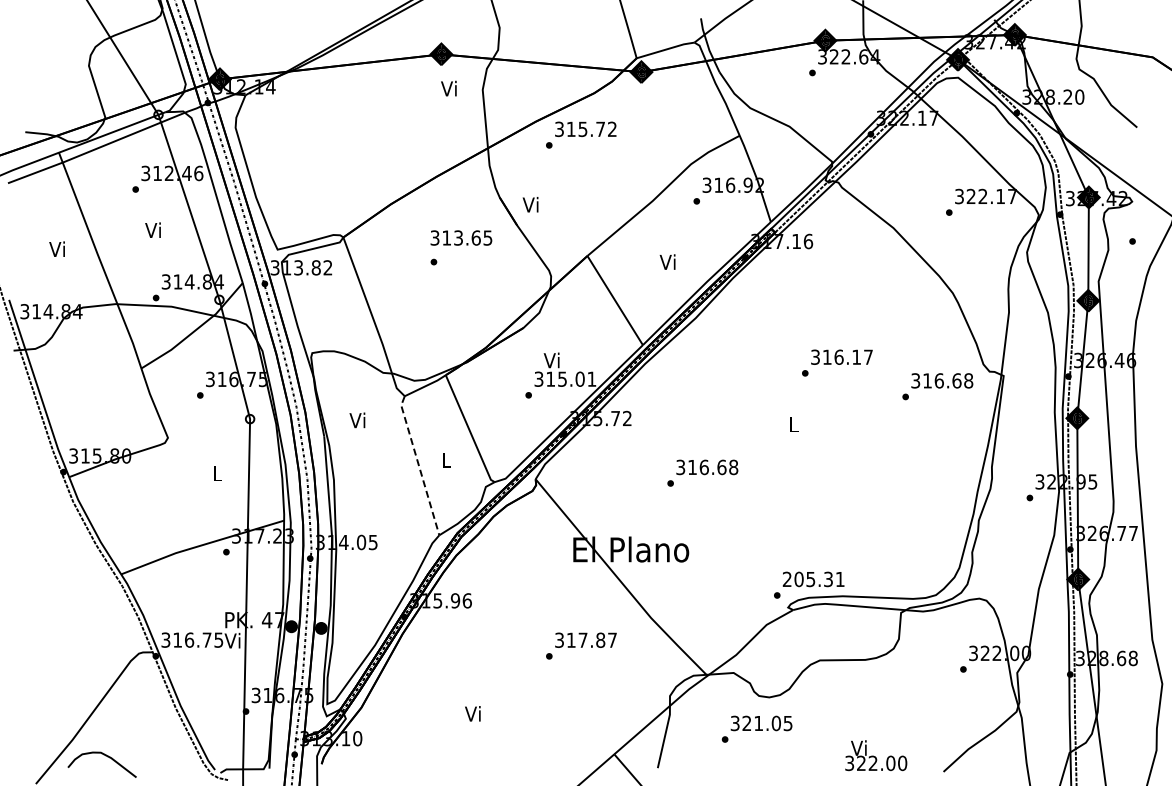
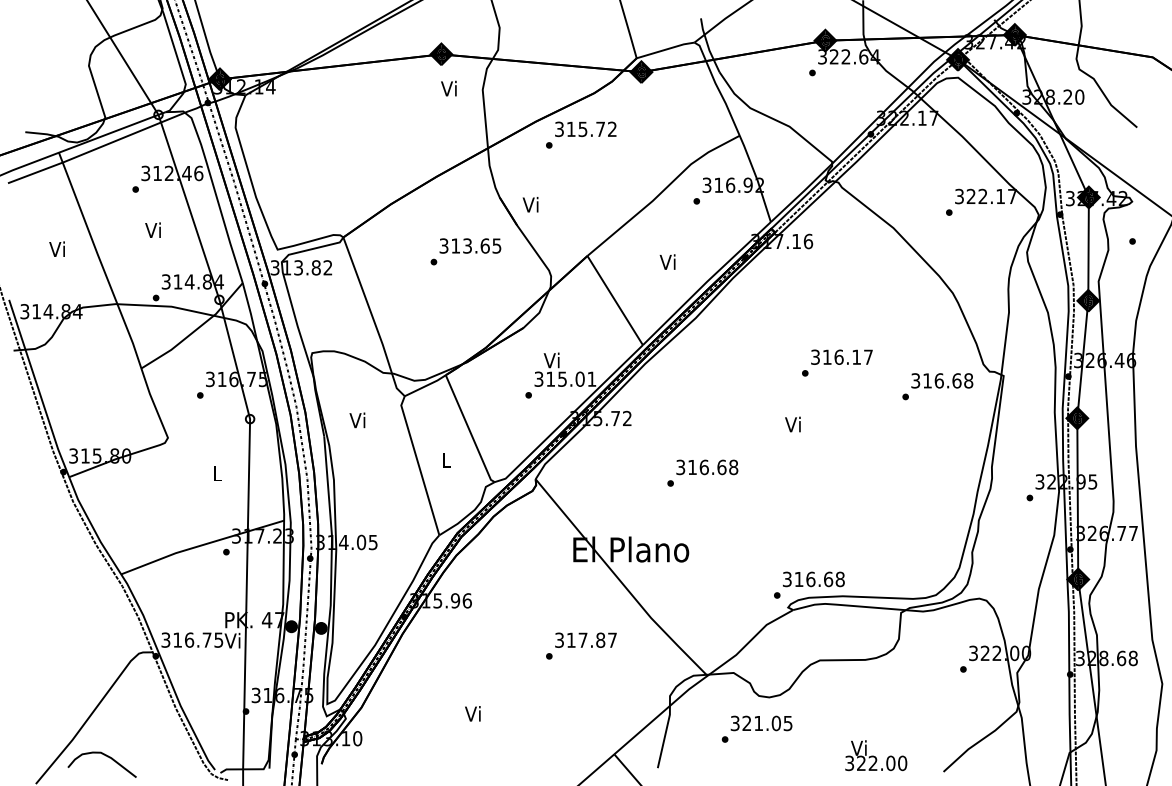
text at (461, 237) position: (461, 237) -> (470, 245)
text at (792, 424): L -> Vi
line at (418, 465): dashed -> solid
text at (813, 579): 205.31 -> 316.68
